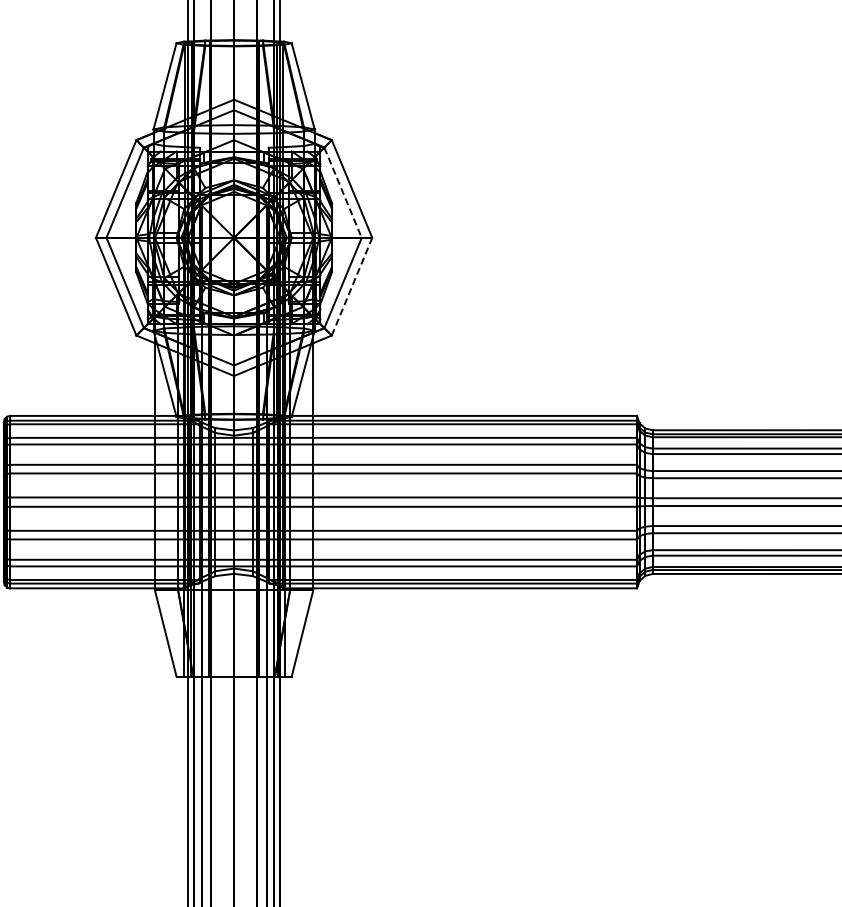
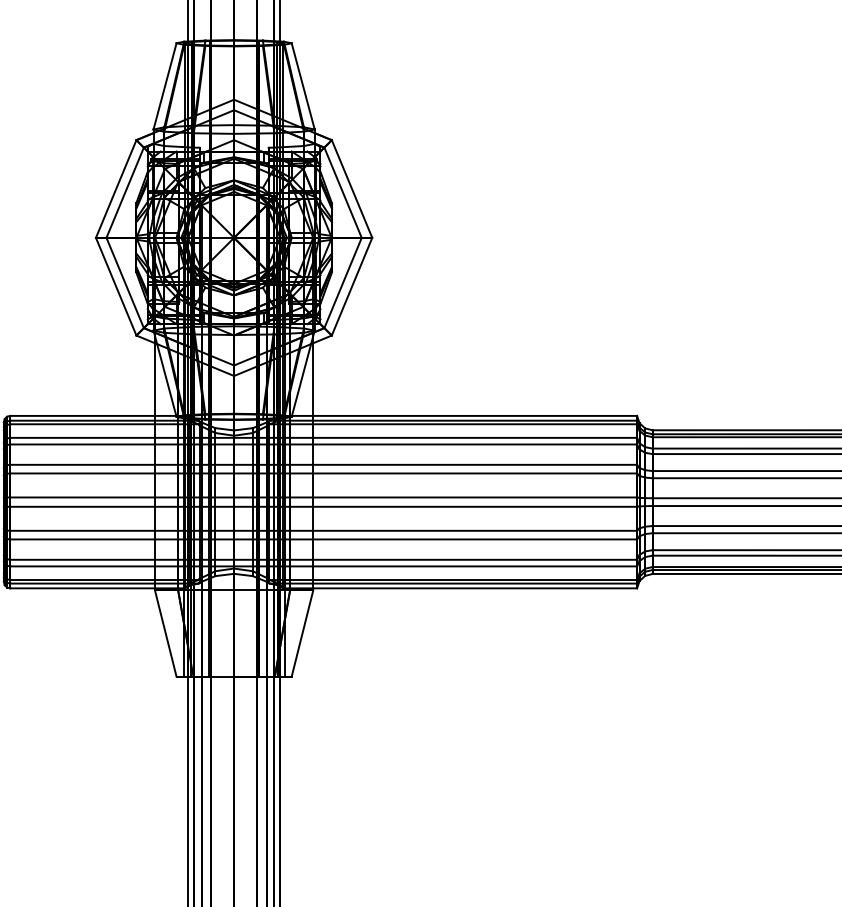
line at (343, 192): dashed -> solid
line at (352, 286): dashed -> solid
